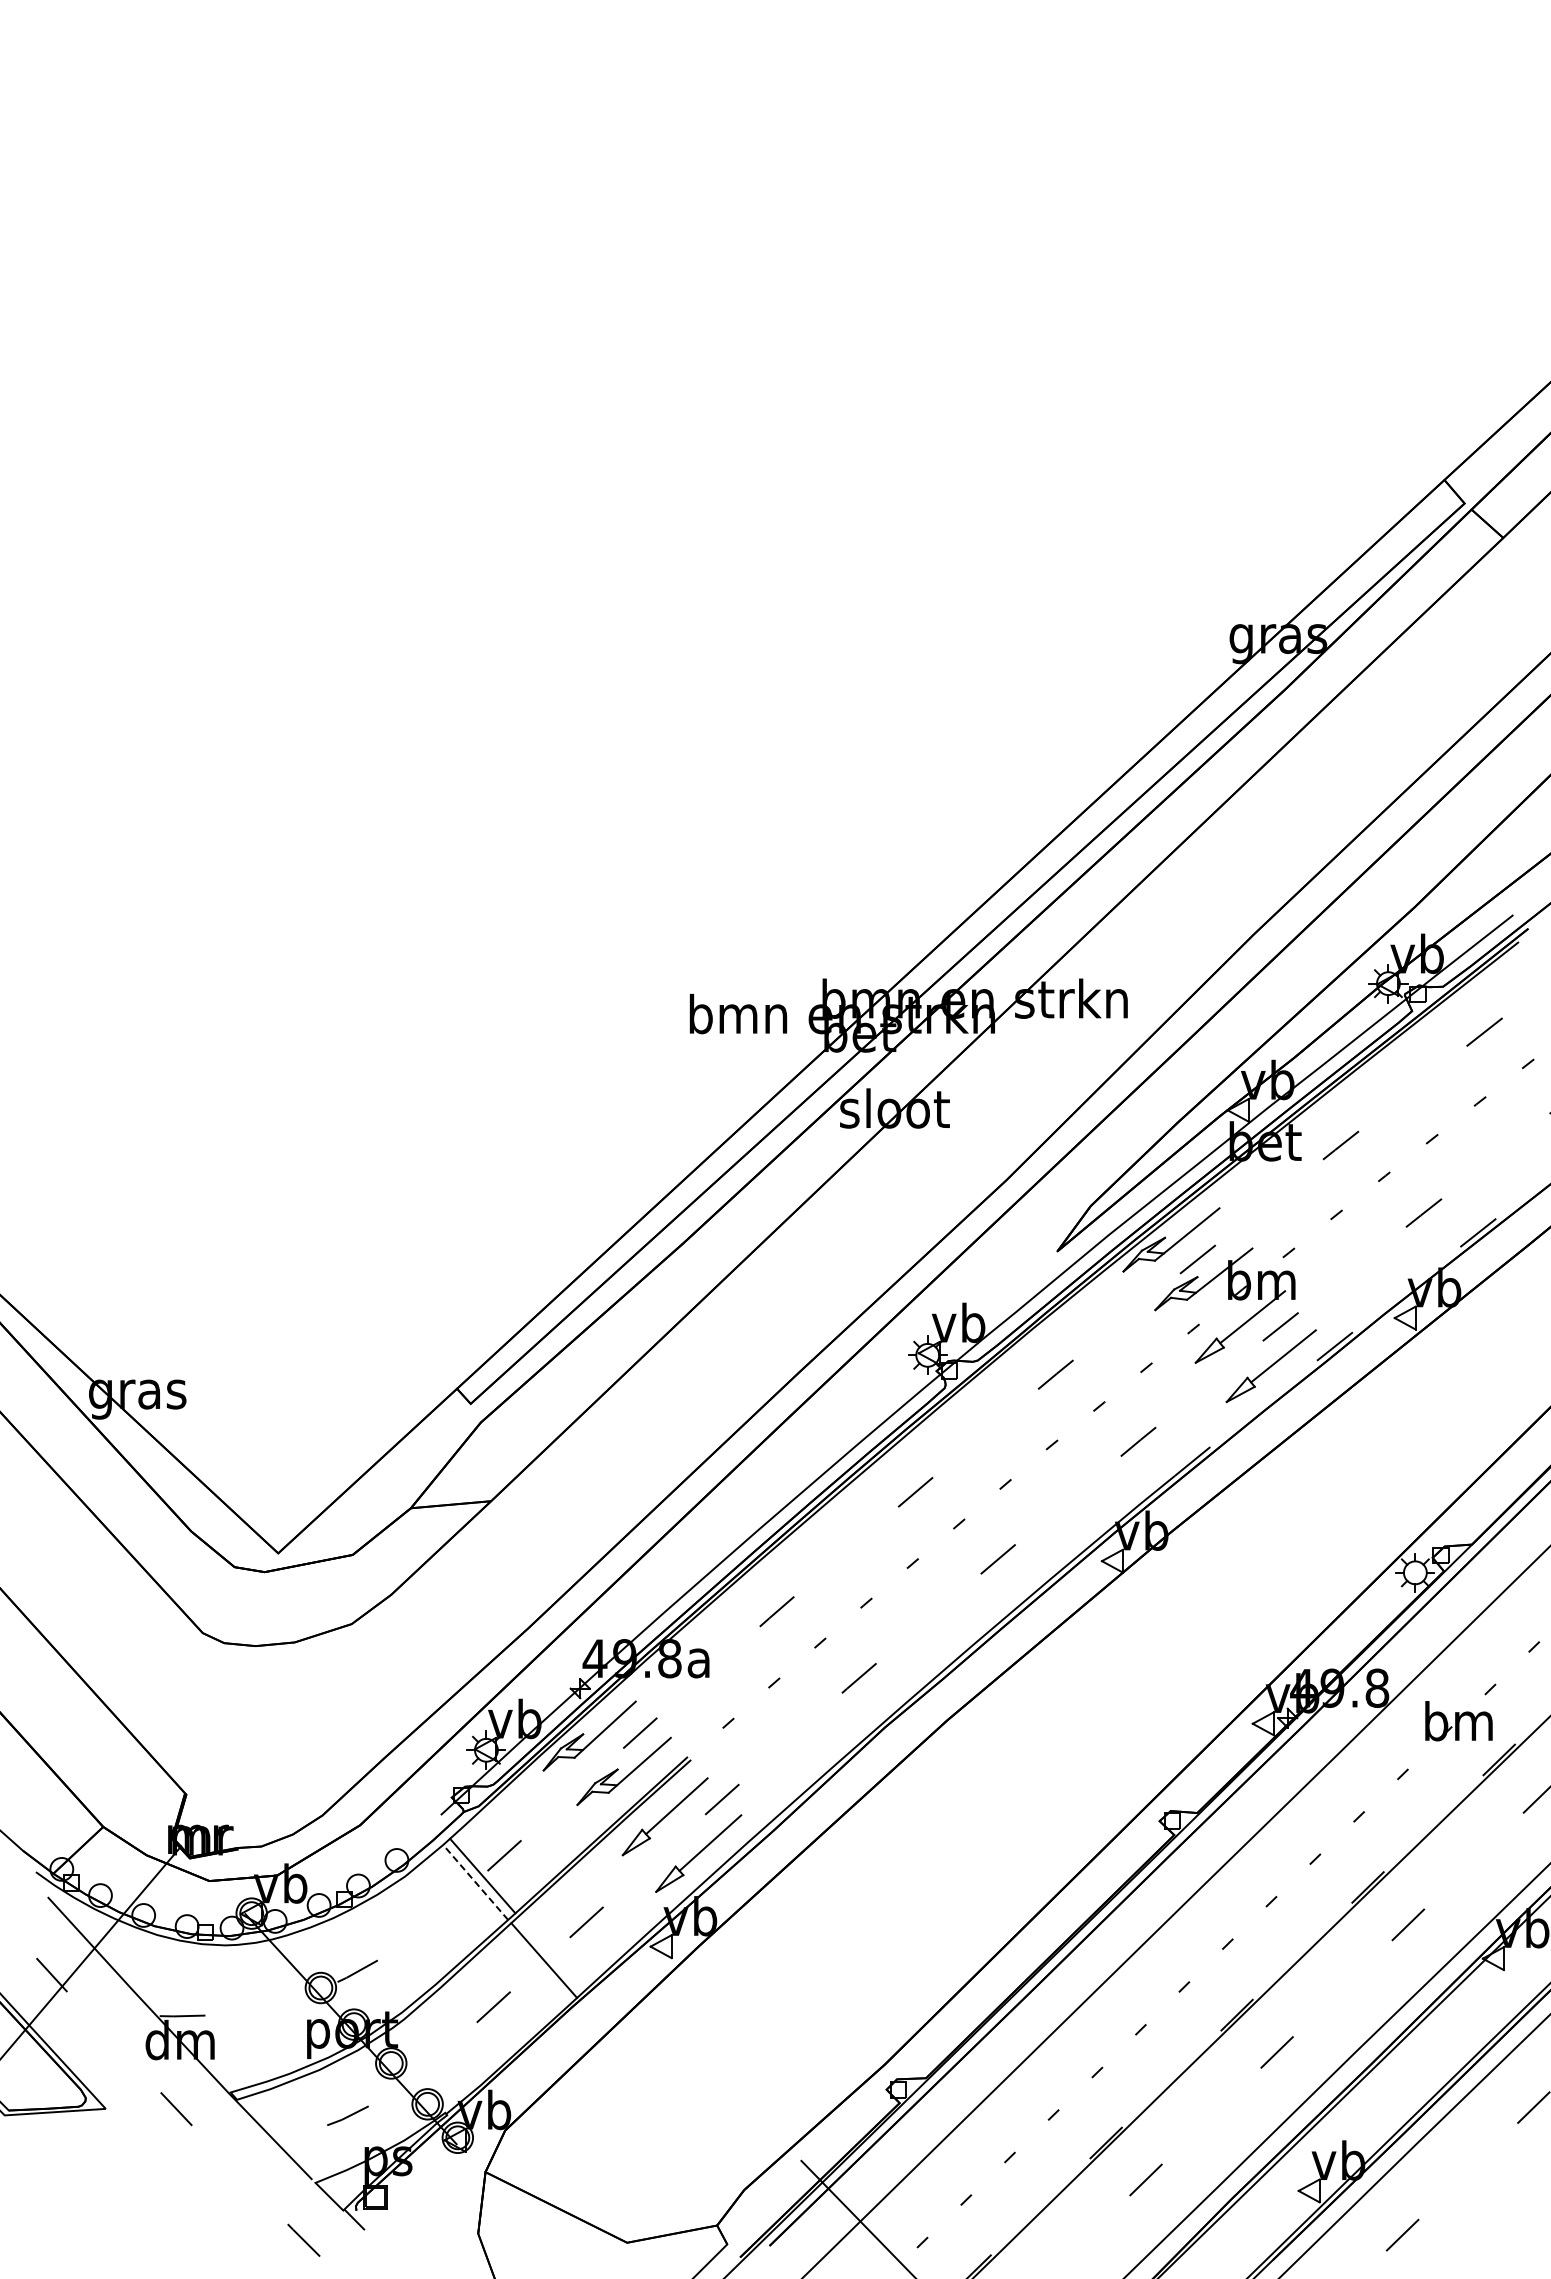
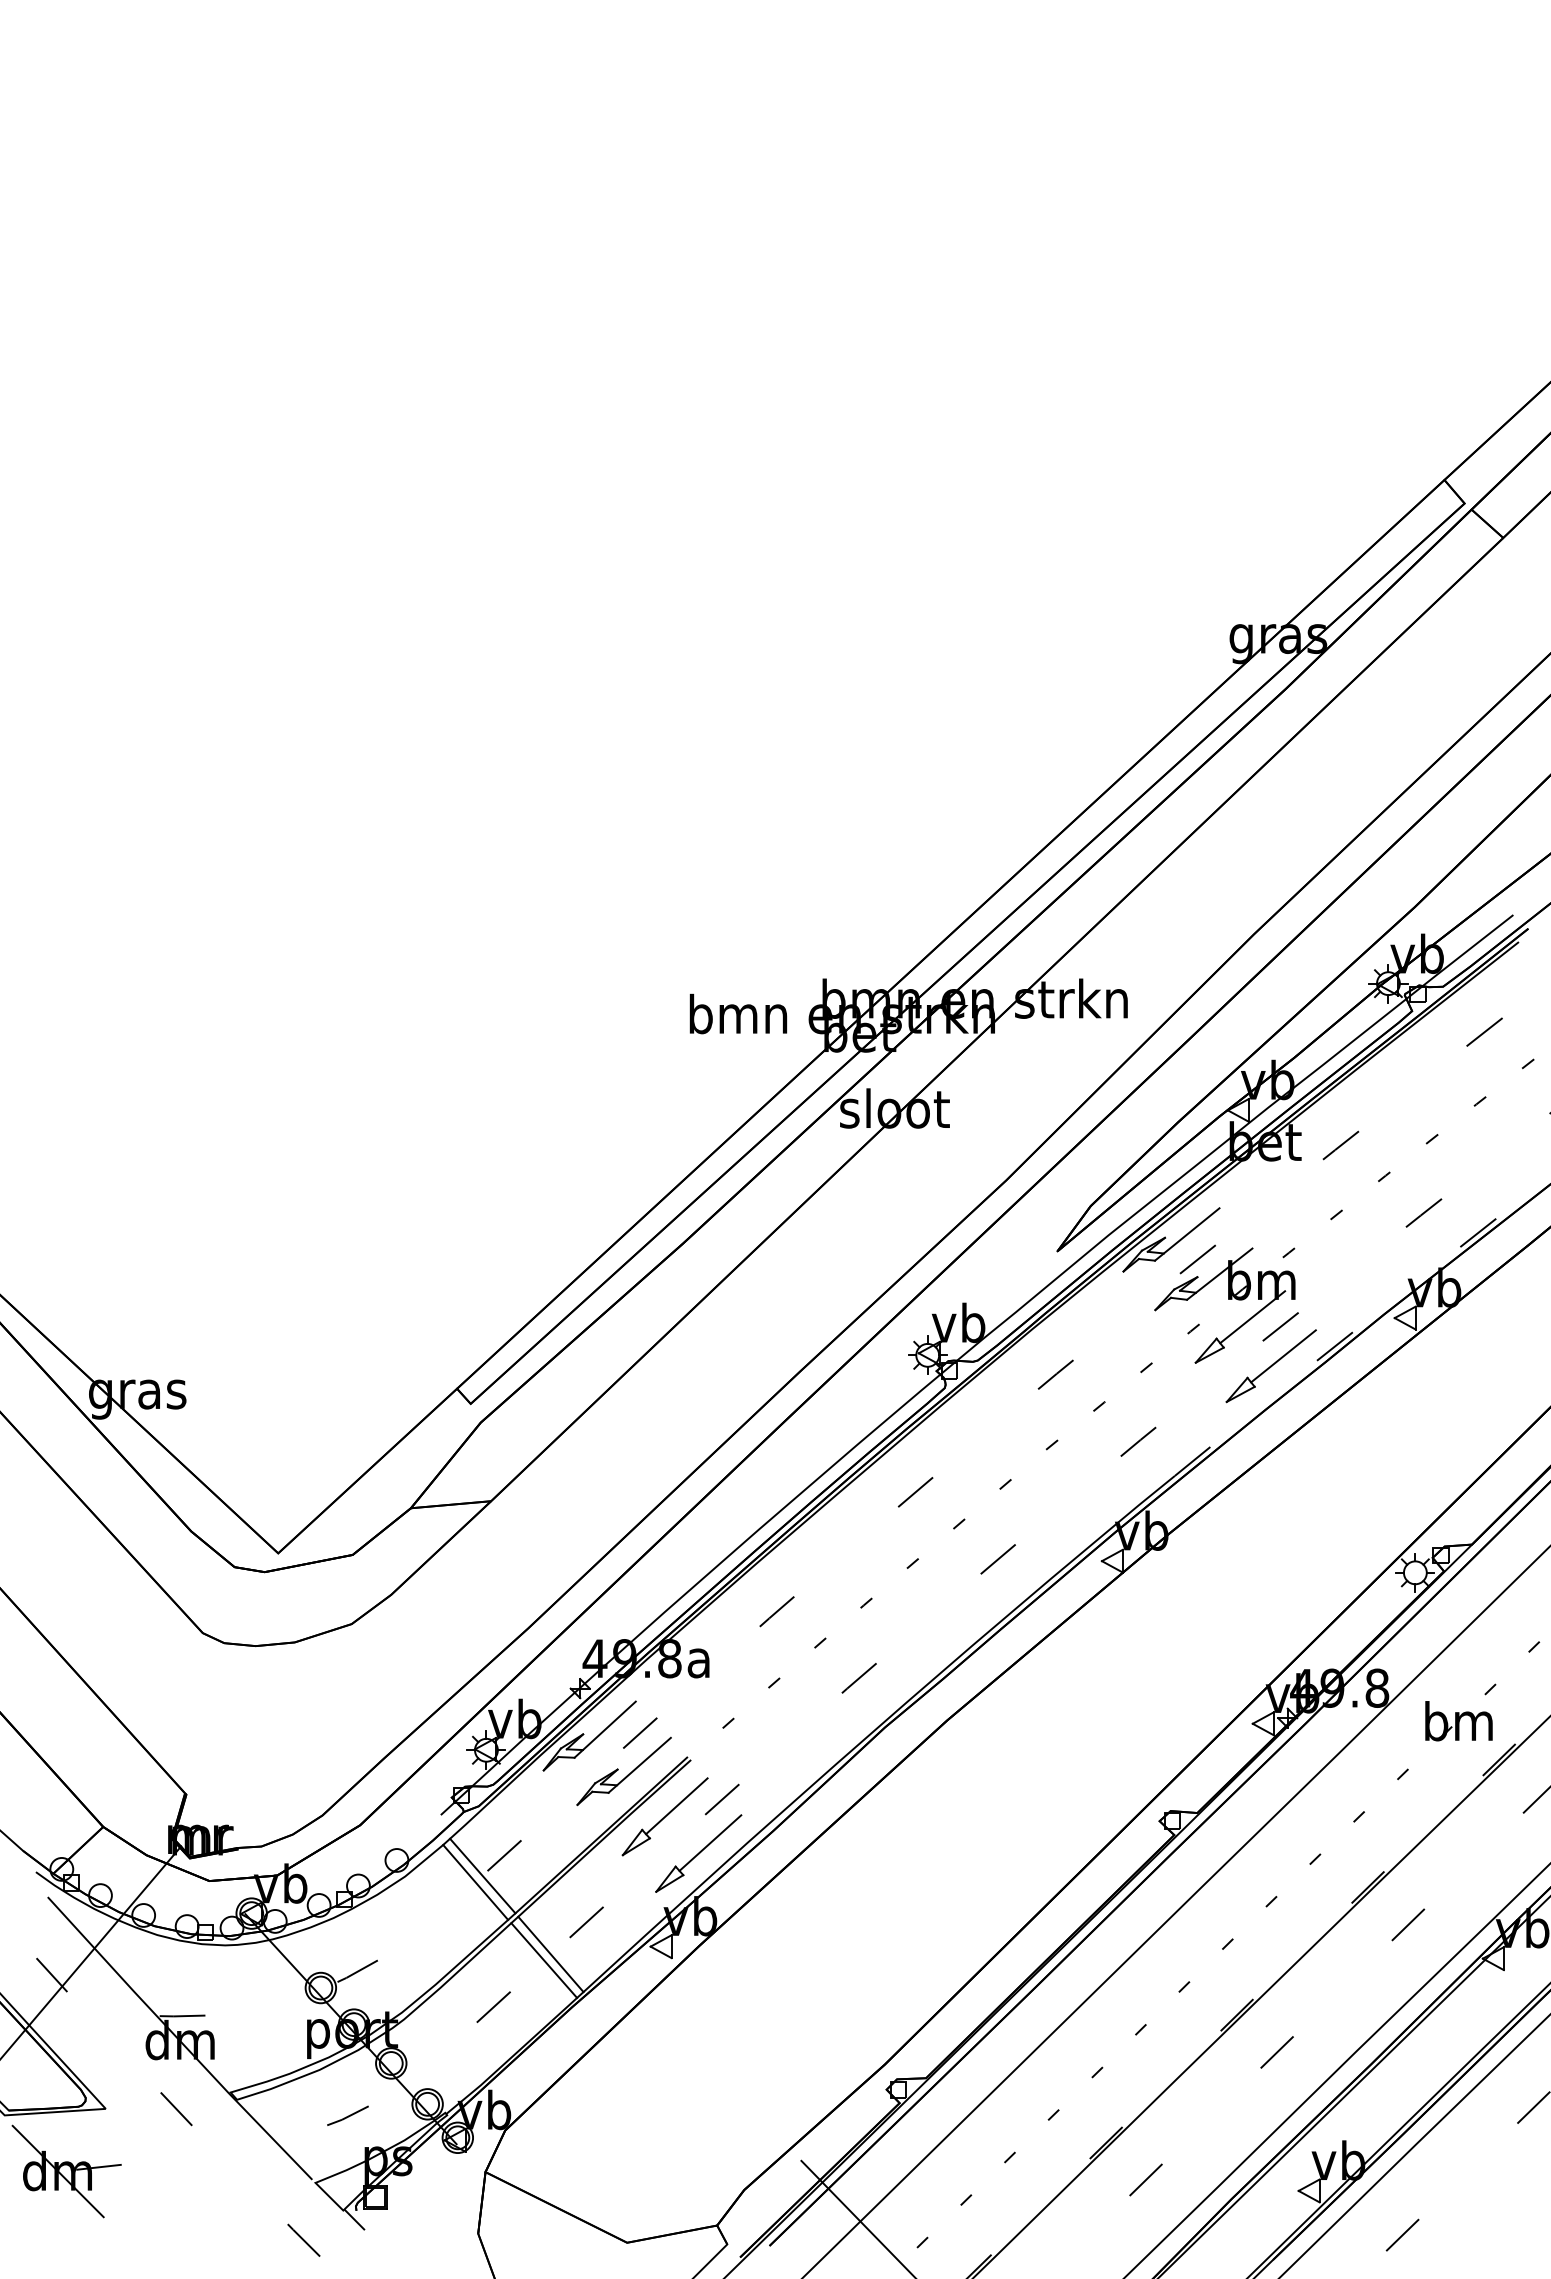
line at (475, 1882): dashed -> solid
line at (550, 1954): none -> present
part at (66, 2171): none -> present
